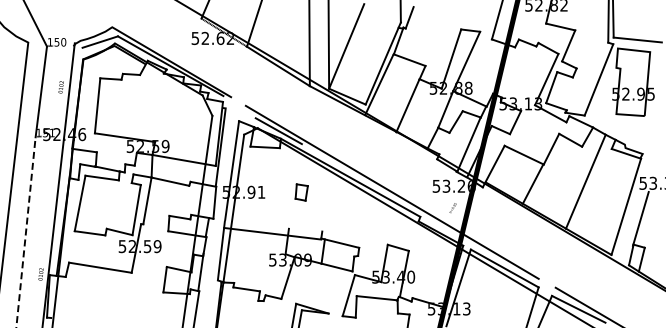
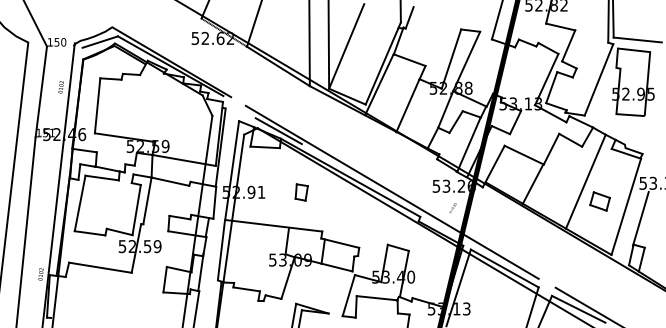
part at (599, 201): none -> present
line at (26, 231): dashed -> solid
line at (272, 233) position: (272, 233) -> (273, 225)
